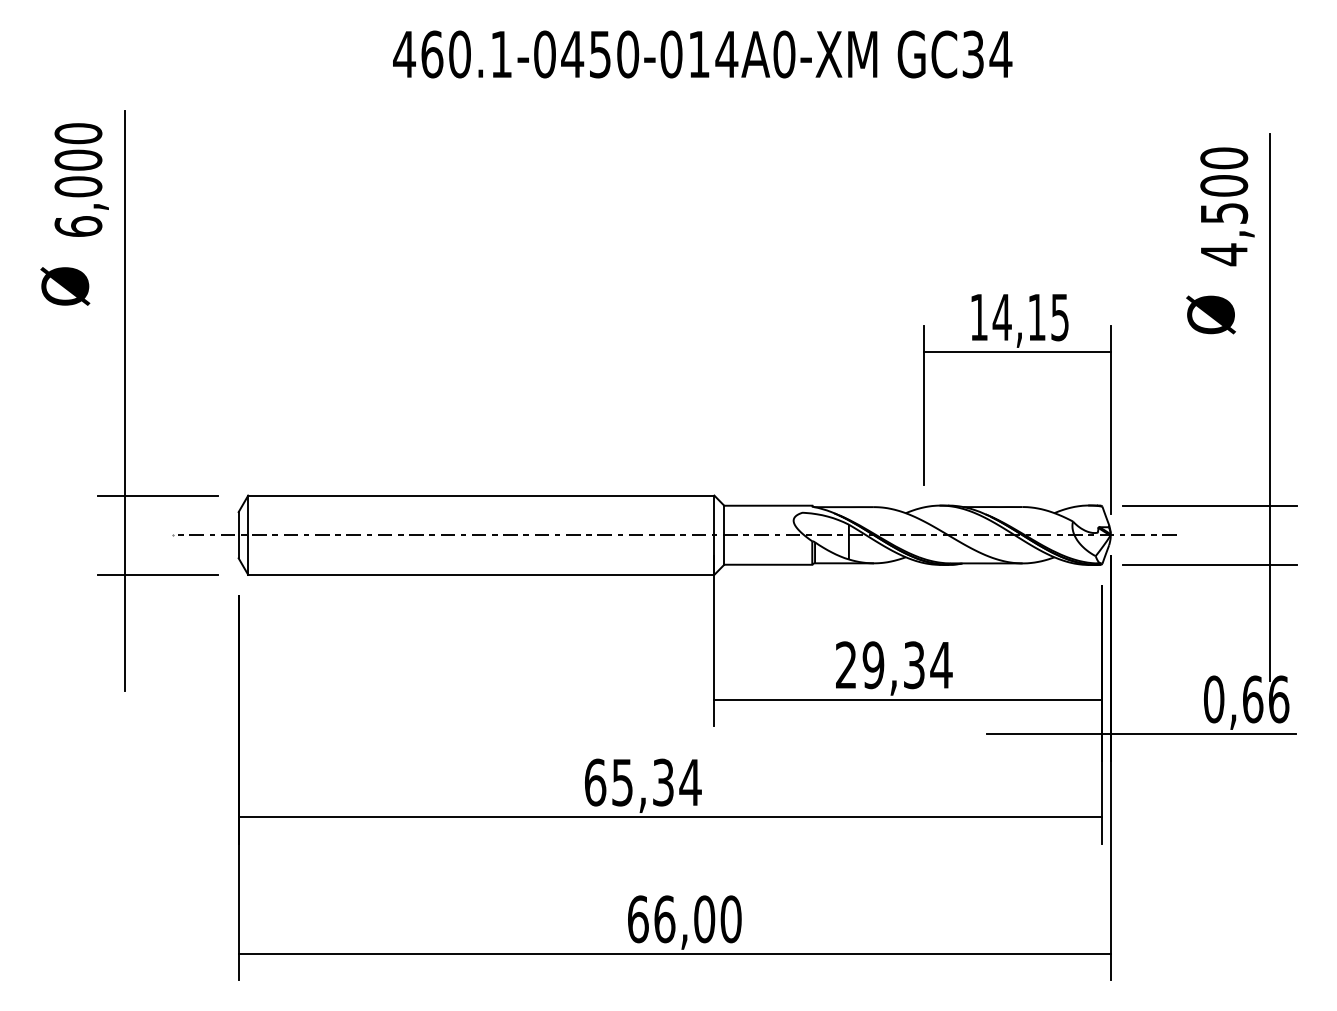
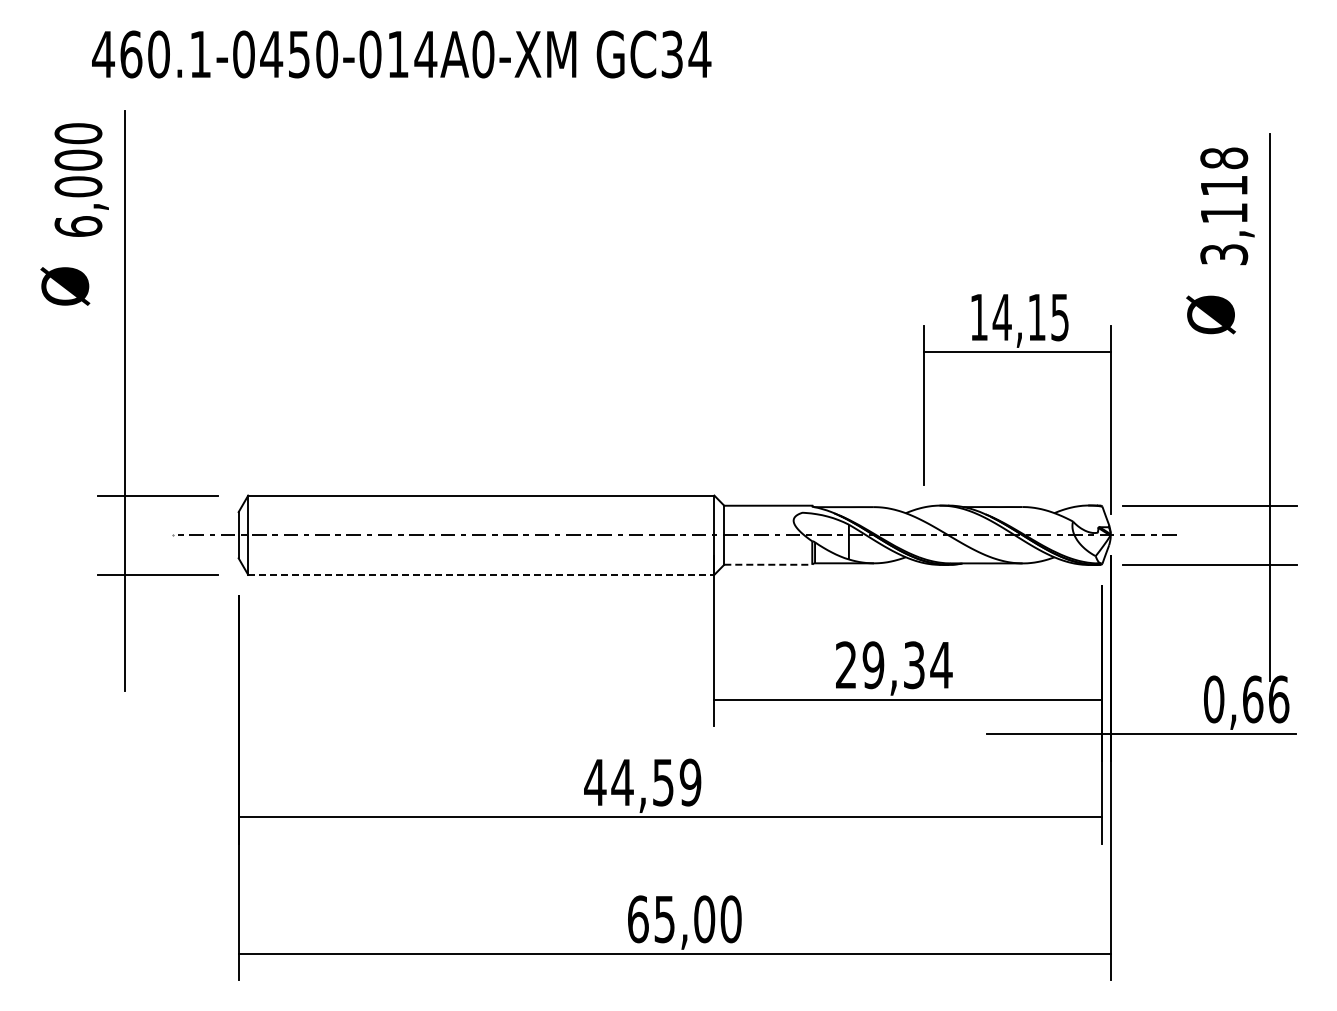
text at (702, 54) position: (702, 54) -> (401, 54)
text at (1224, 206): 4,500 -> 3,118
line at (768, 564): solid -> dashed
line at (481, 574): solid -> dashed
text at (642, 782): 65,34 -> 44,59
text at (664, 919): 66,00 -> 65,00
